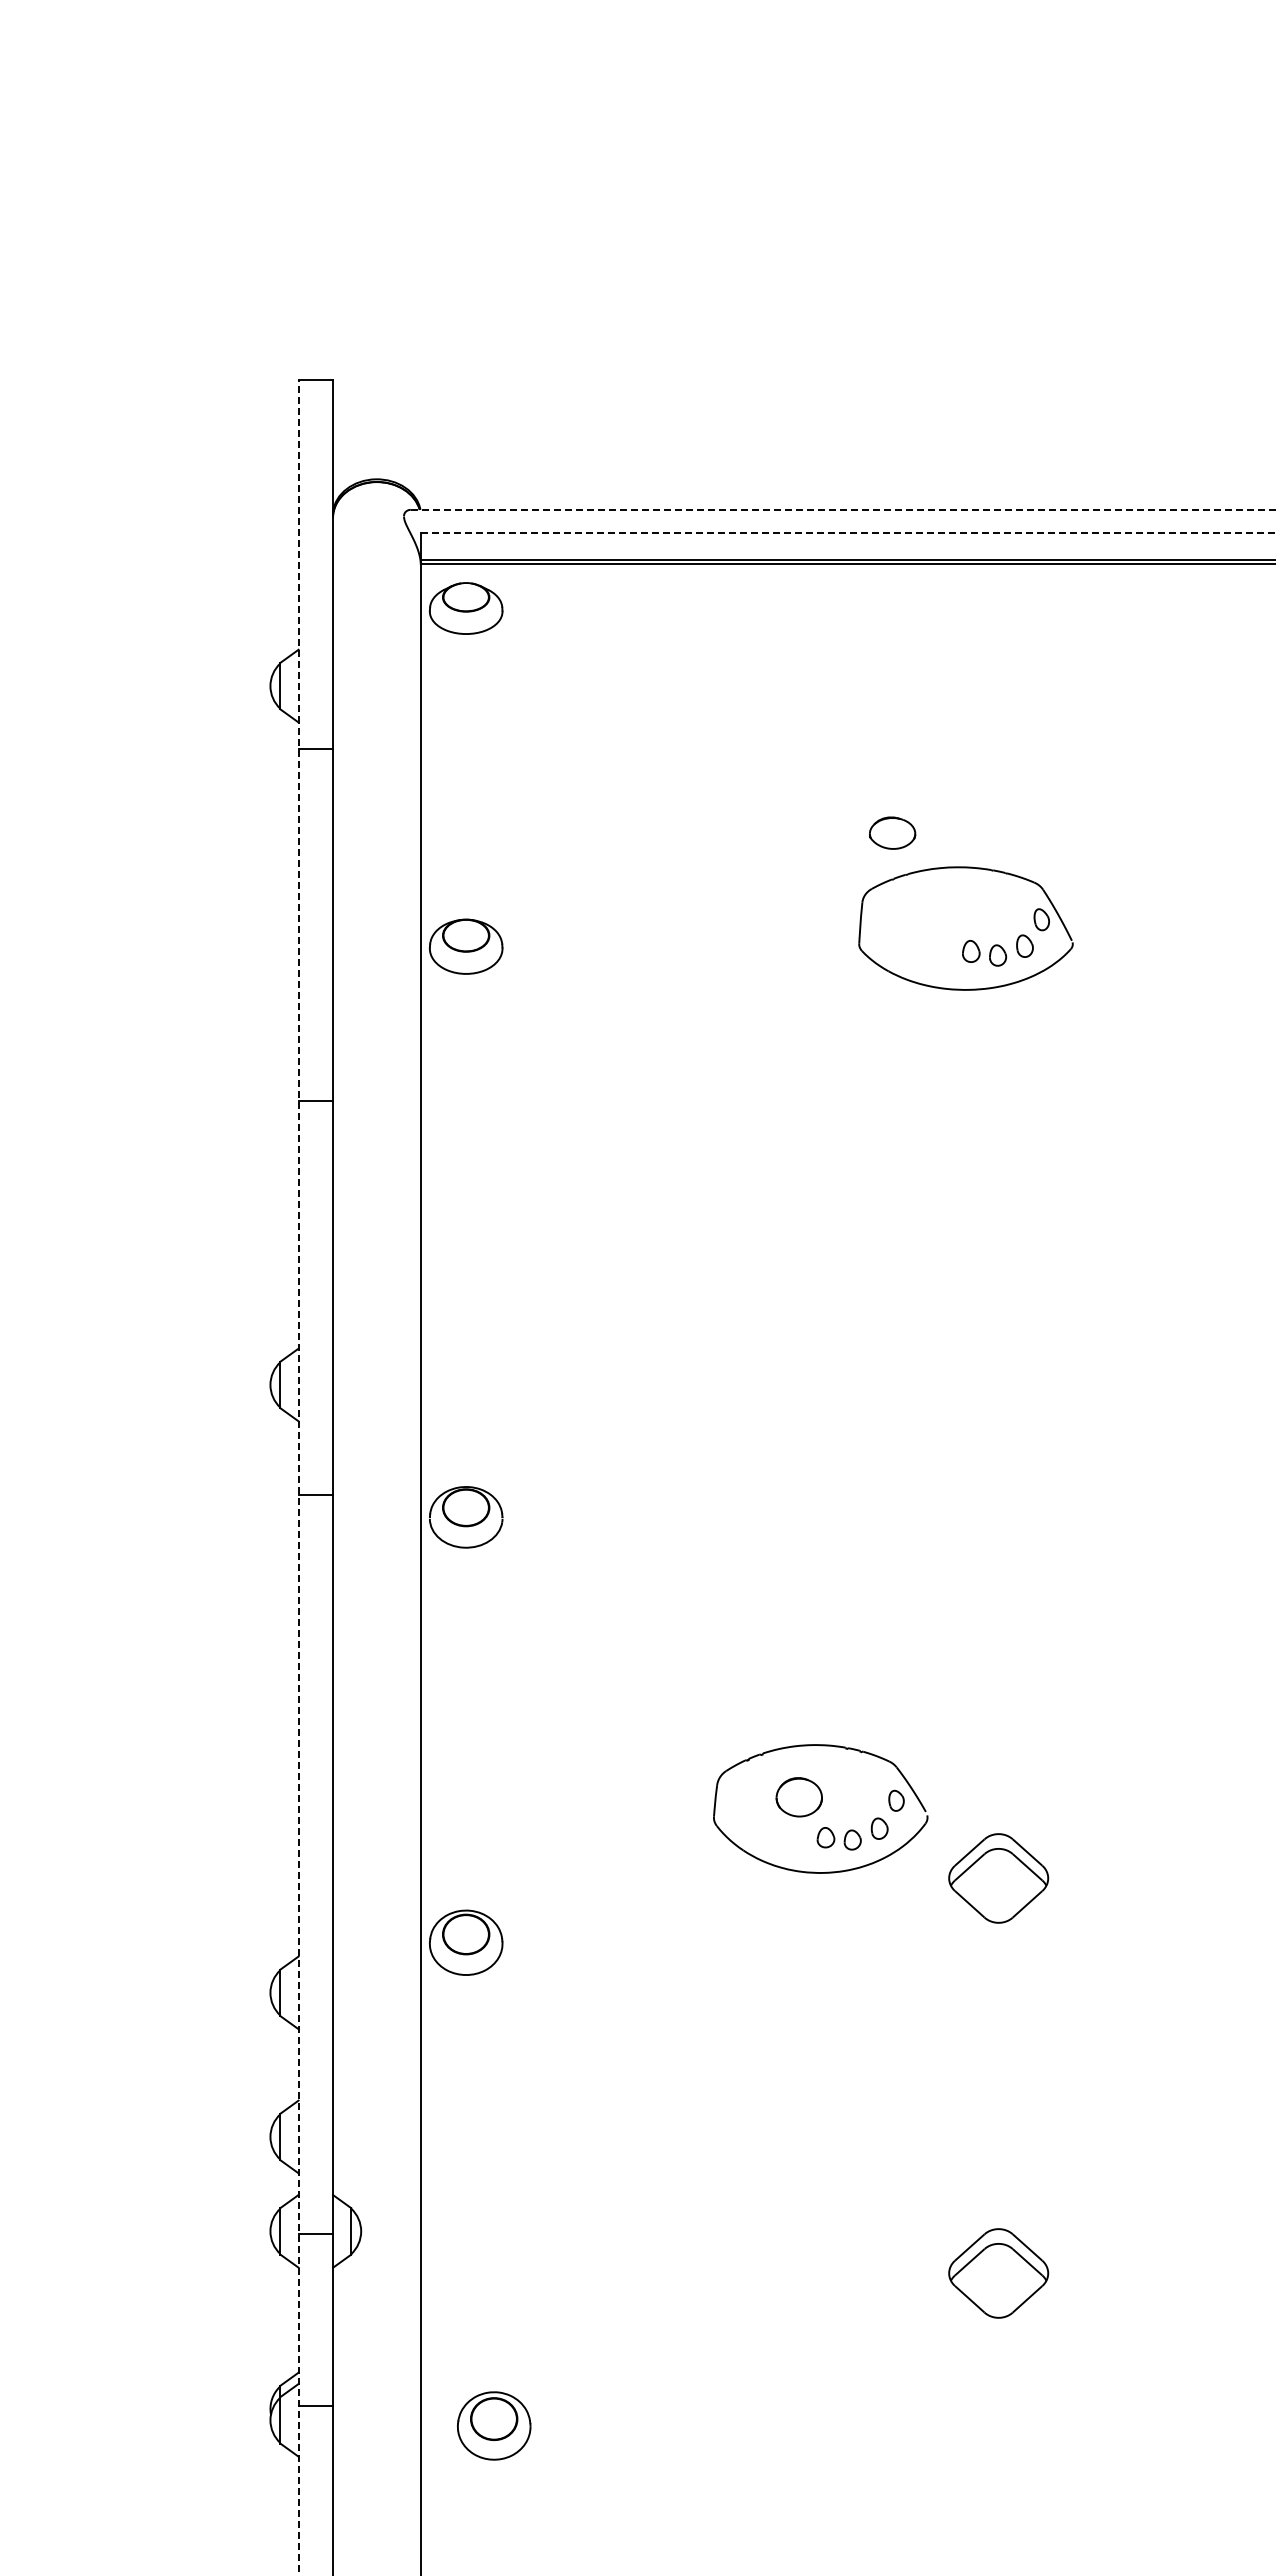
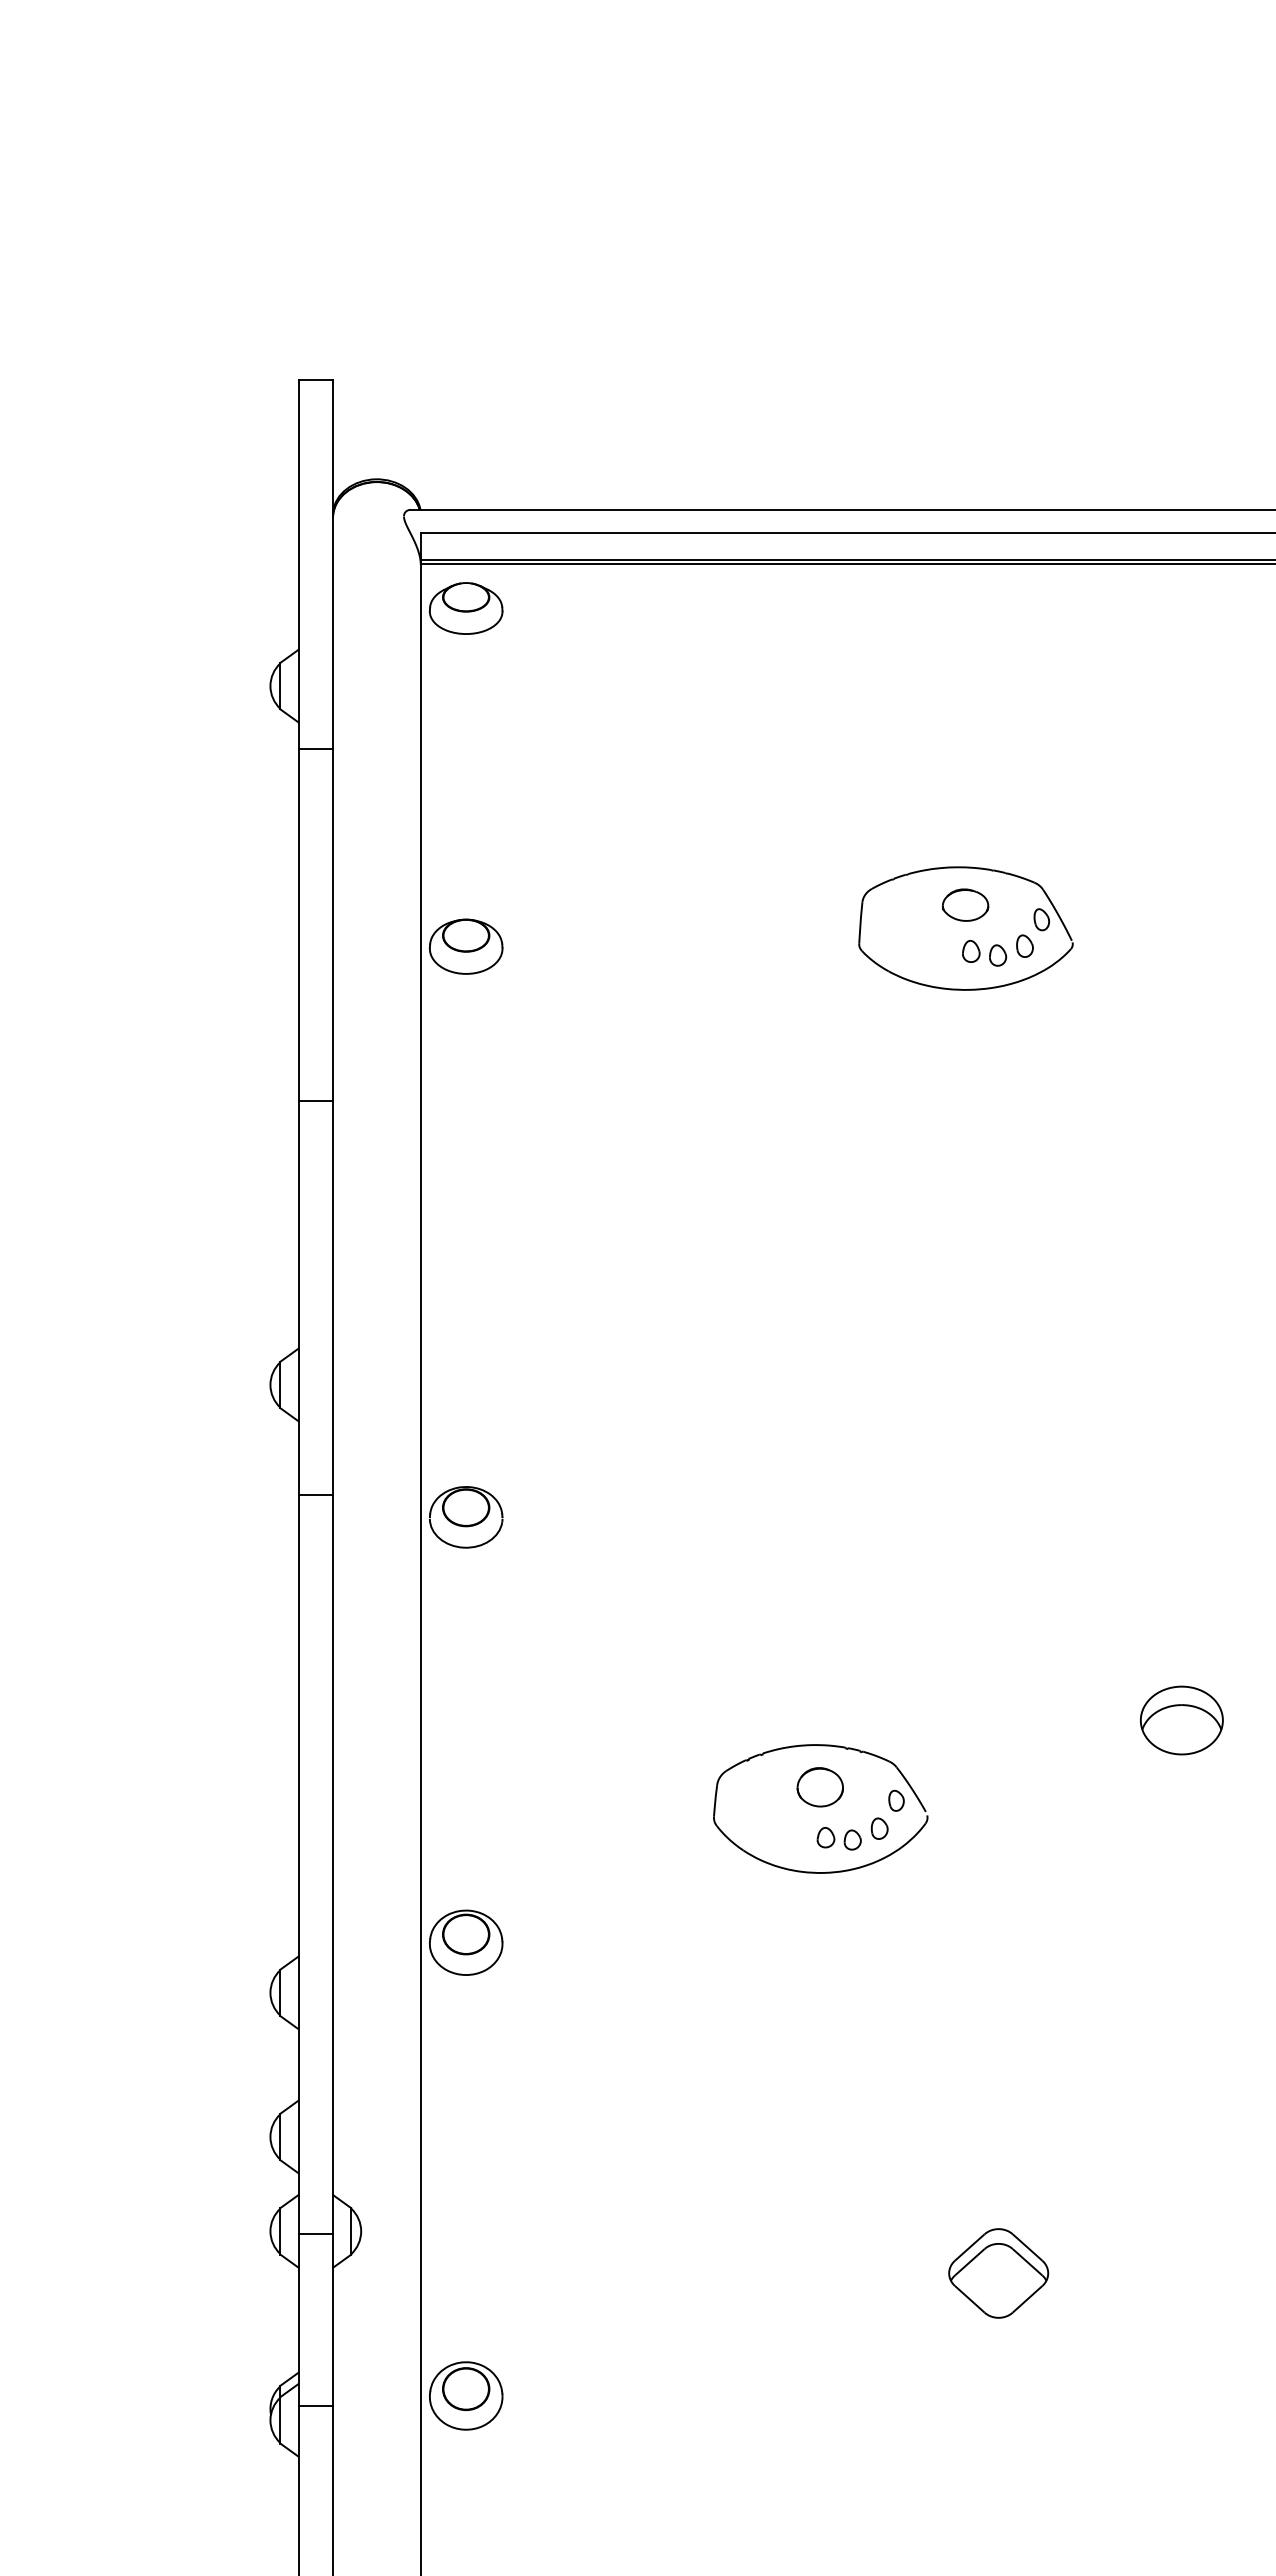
line at (843, 509): dashed -> solid
line at (848, 533): dashed -> solid
part at (892, 832) position: (892, 832) -> (965, 904)
line at (298, 1477): dashed -> solid
part at (1181, 1720): none -> present
part at (798, 1797) position: (798, 1797) -> (819, 1787)
part at (998, 1878): present -> none
part at (494, 2425) position: (494, 2425) -> (466, 2395)
